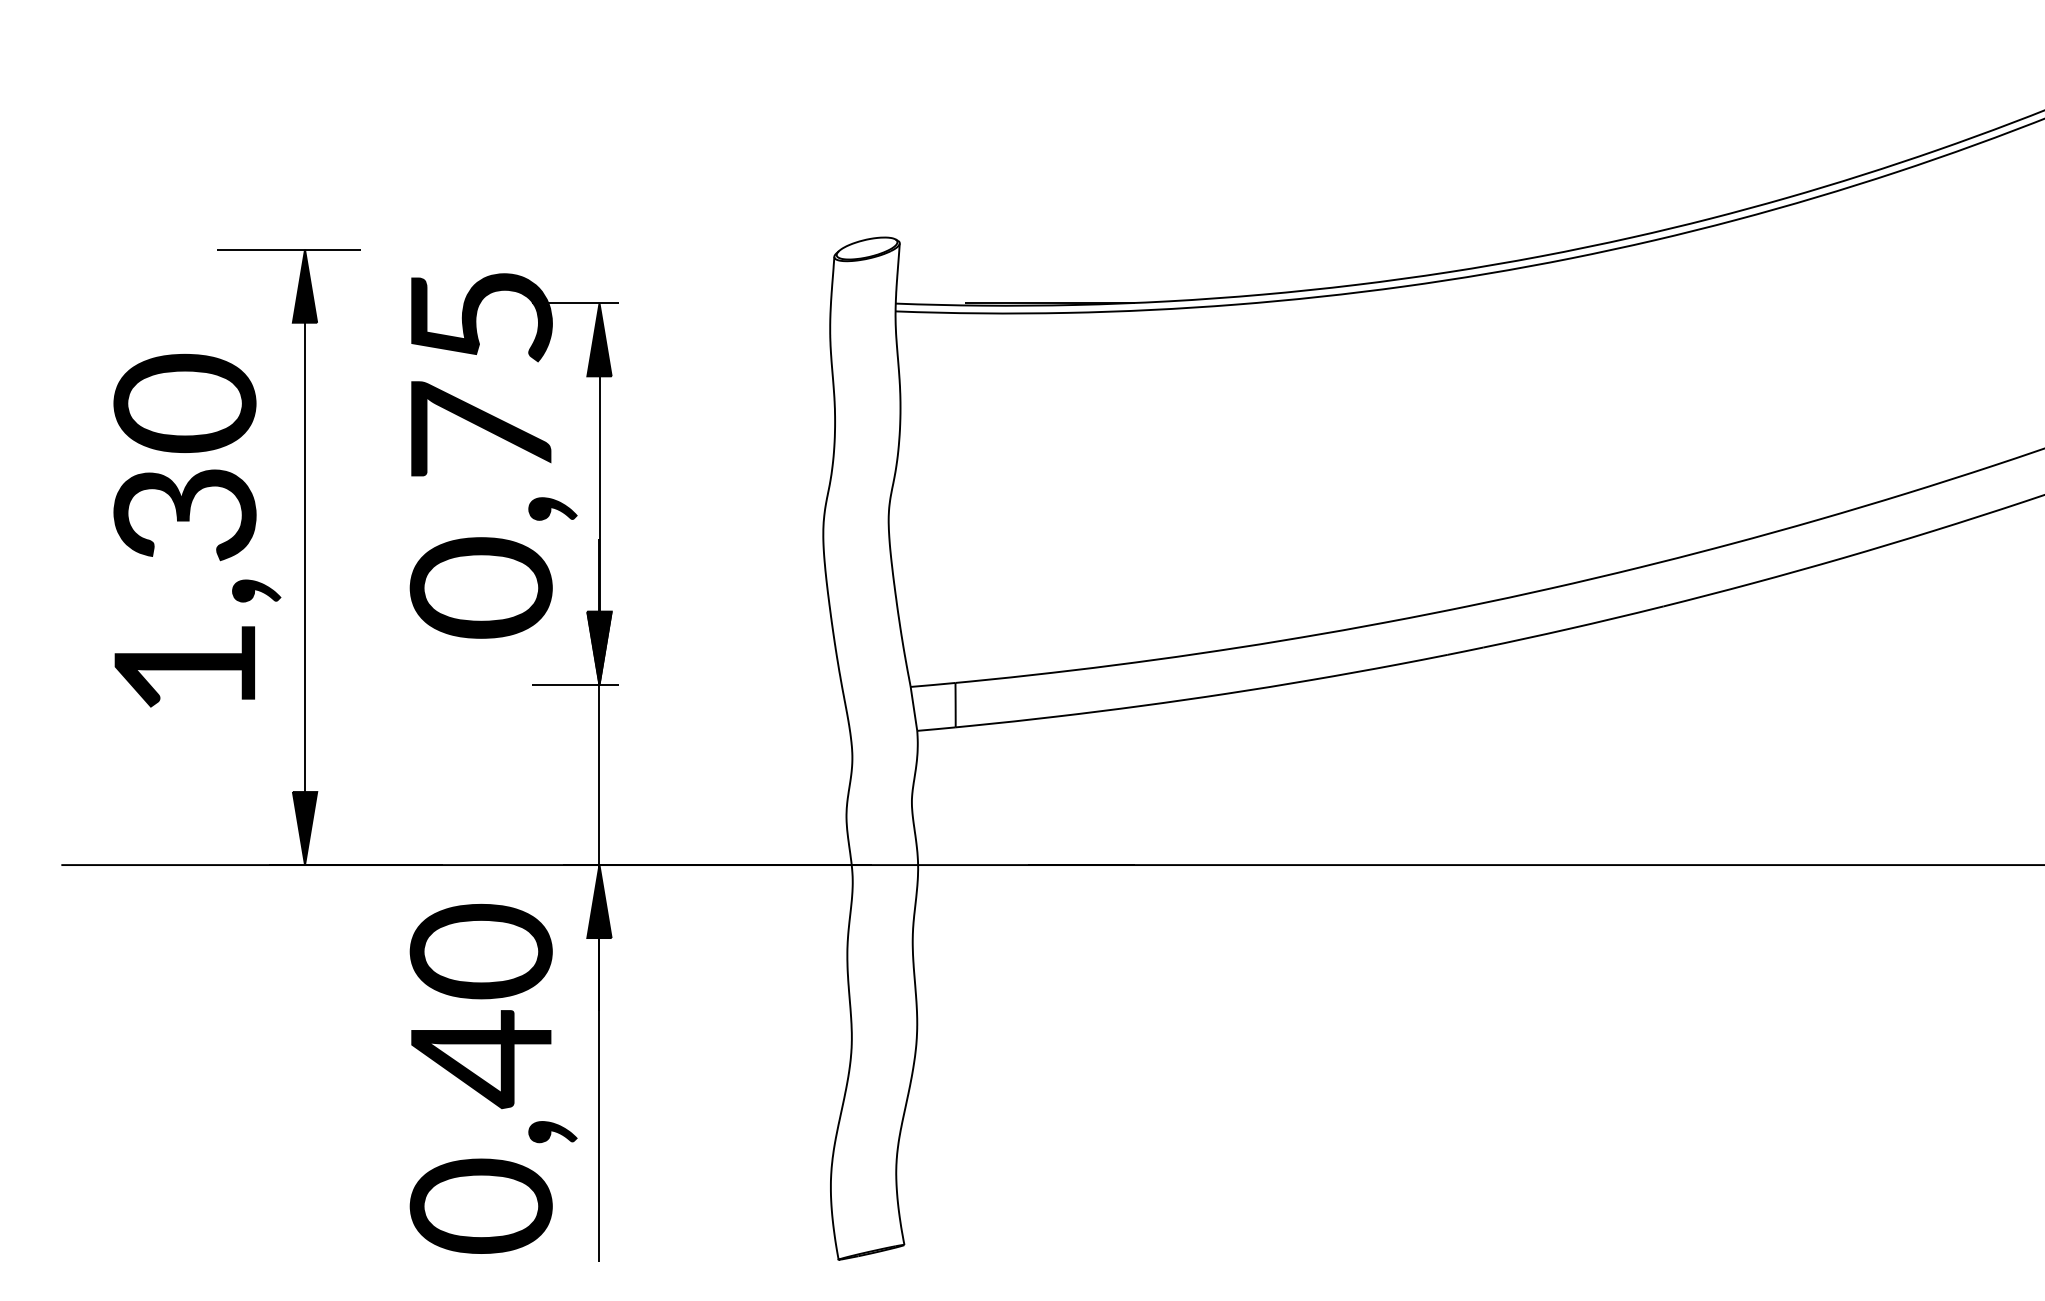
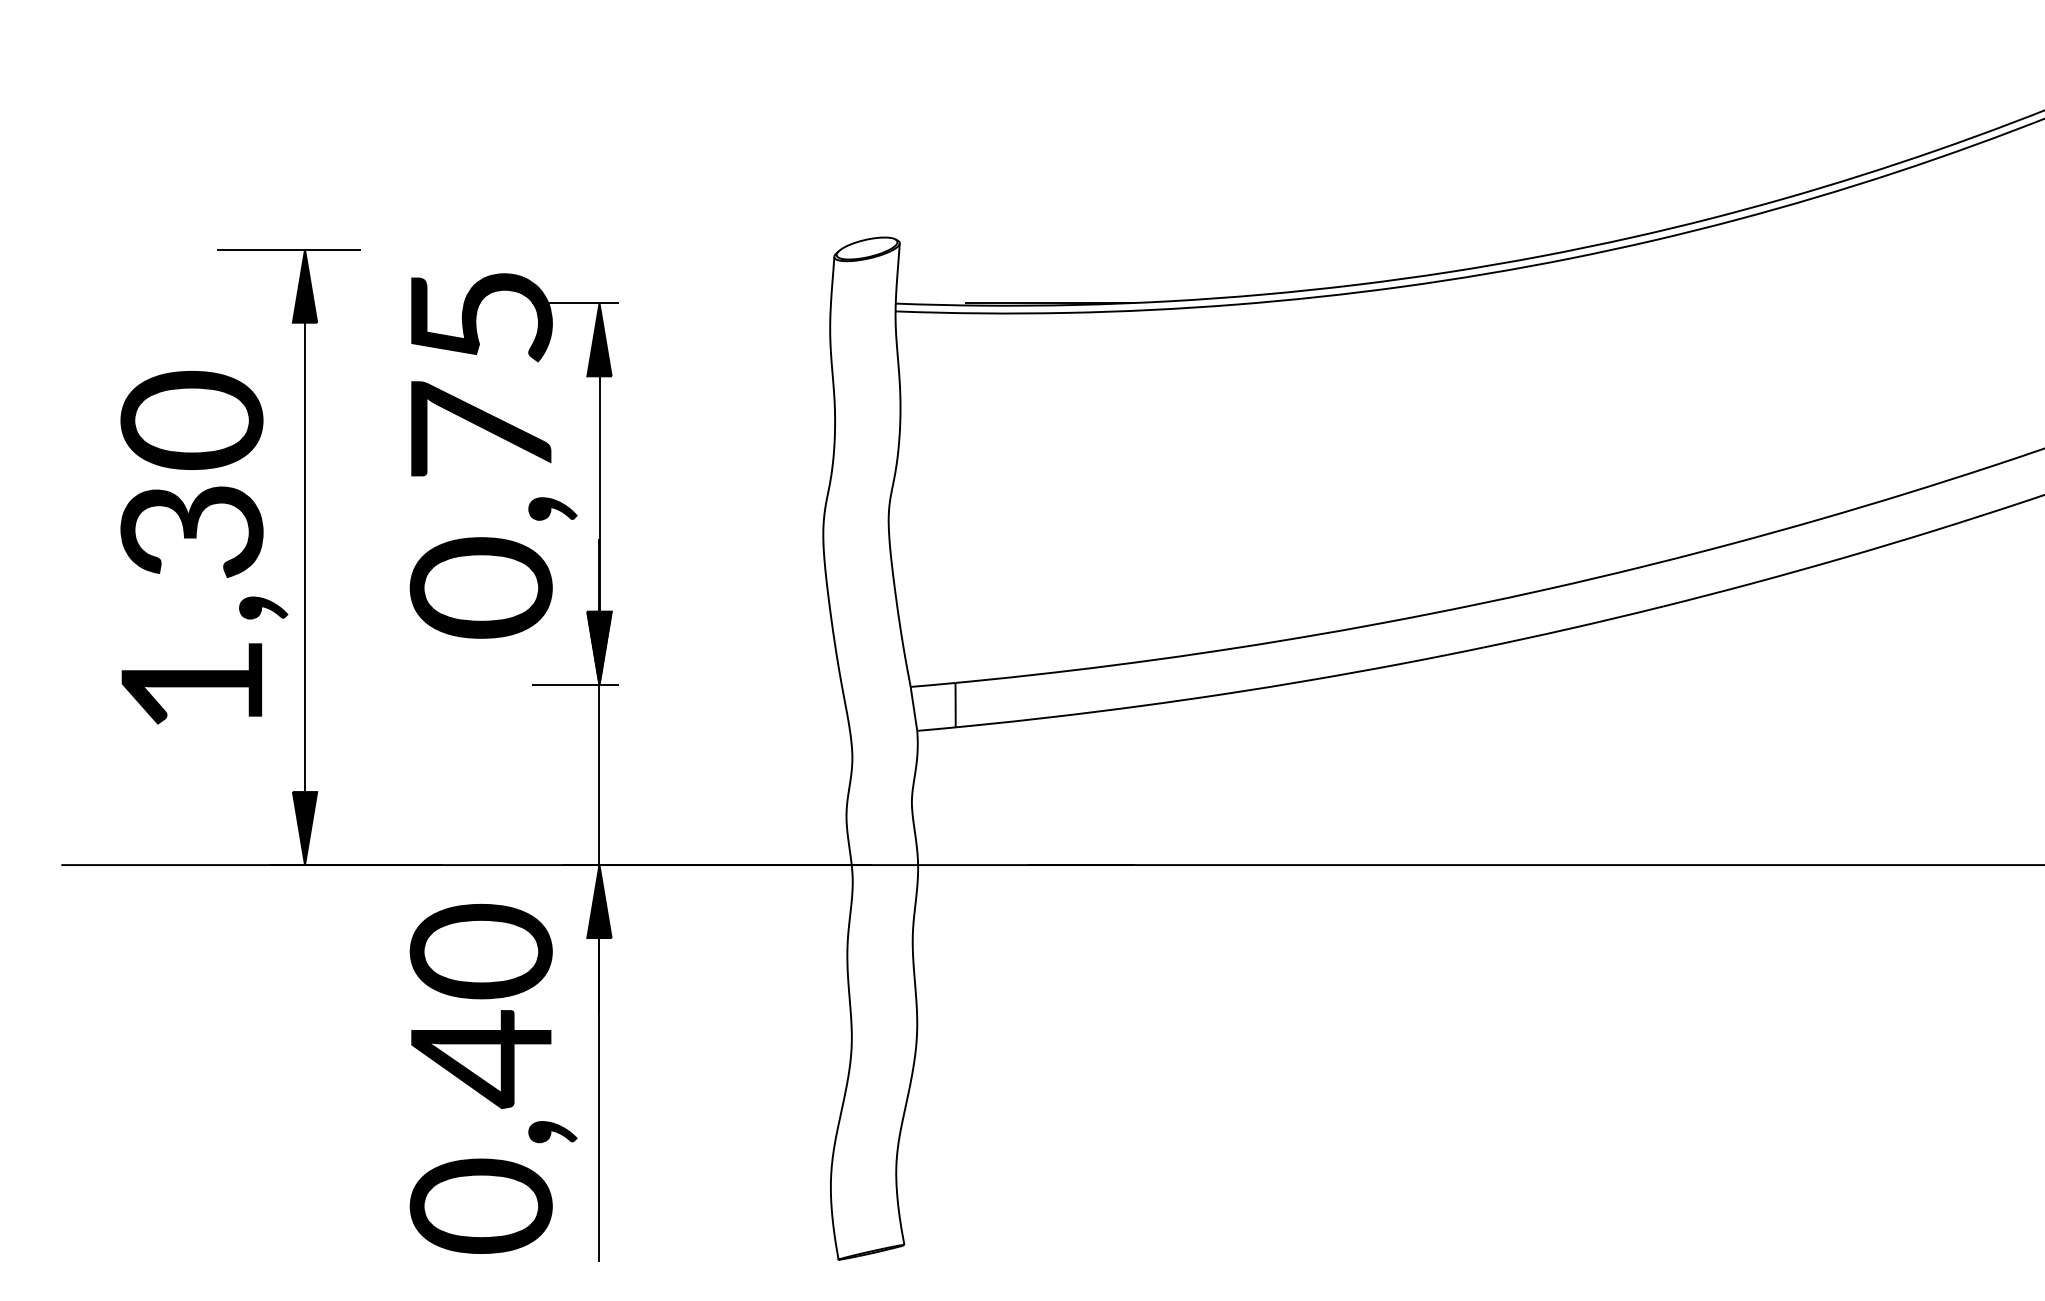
text at (197, 530) position: (197, 530) -> (204, 547)
